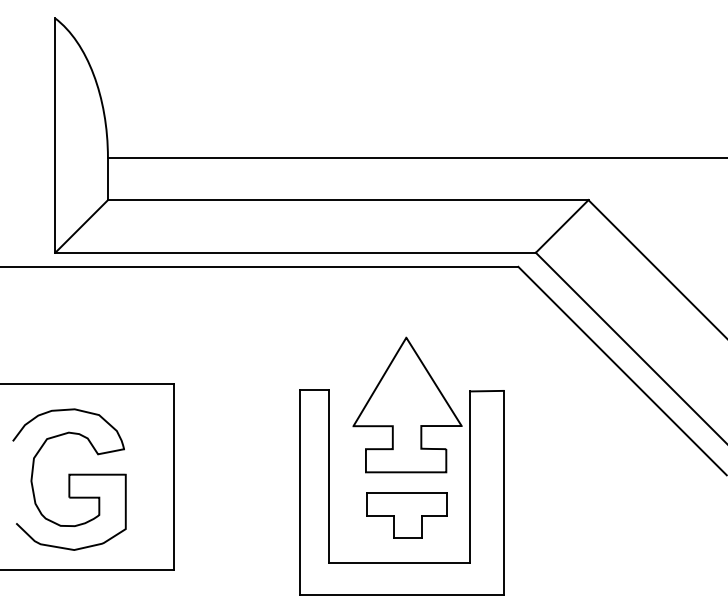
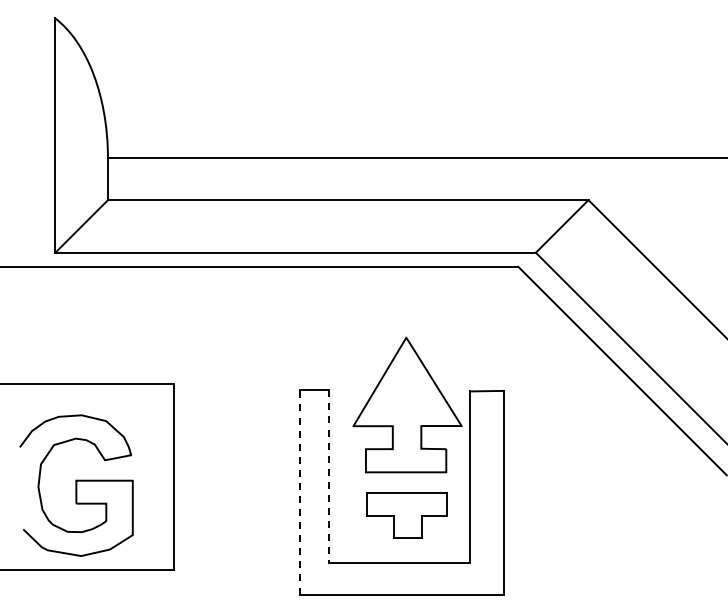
line at (328, 477): solid -> dashed
part at (69, 479) position: (69, 479) -> (76, 485)
line at (299, 491): solid -> dashed
